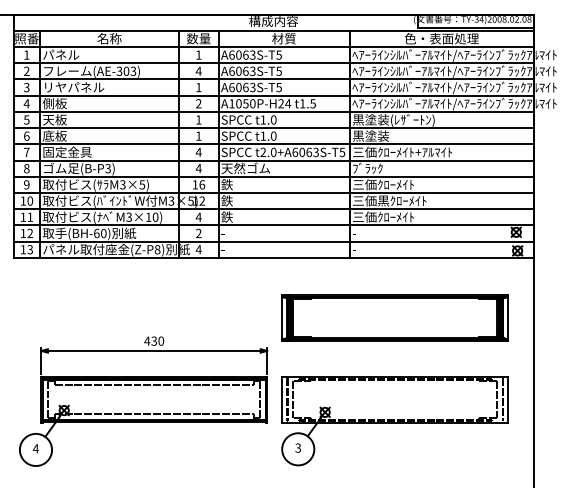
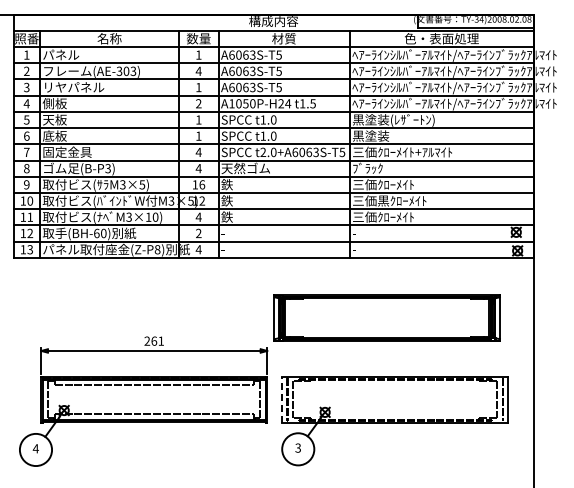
part at (394, 317) position: (394, 317) -> (386, 317)
text at (154, 340): 430 -> 261
line at (282, 399): solid -> dashed
